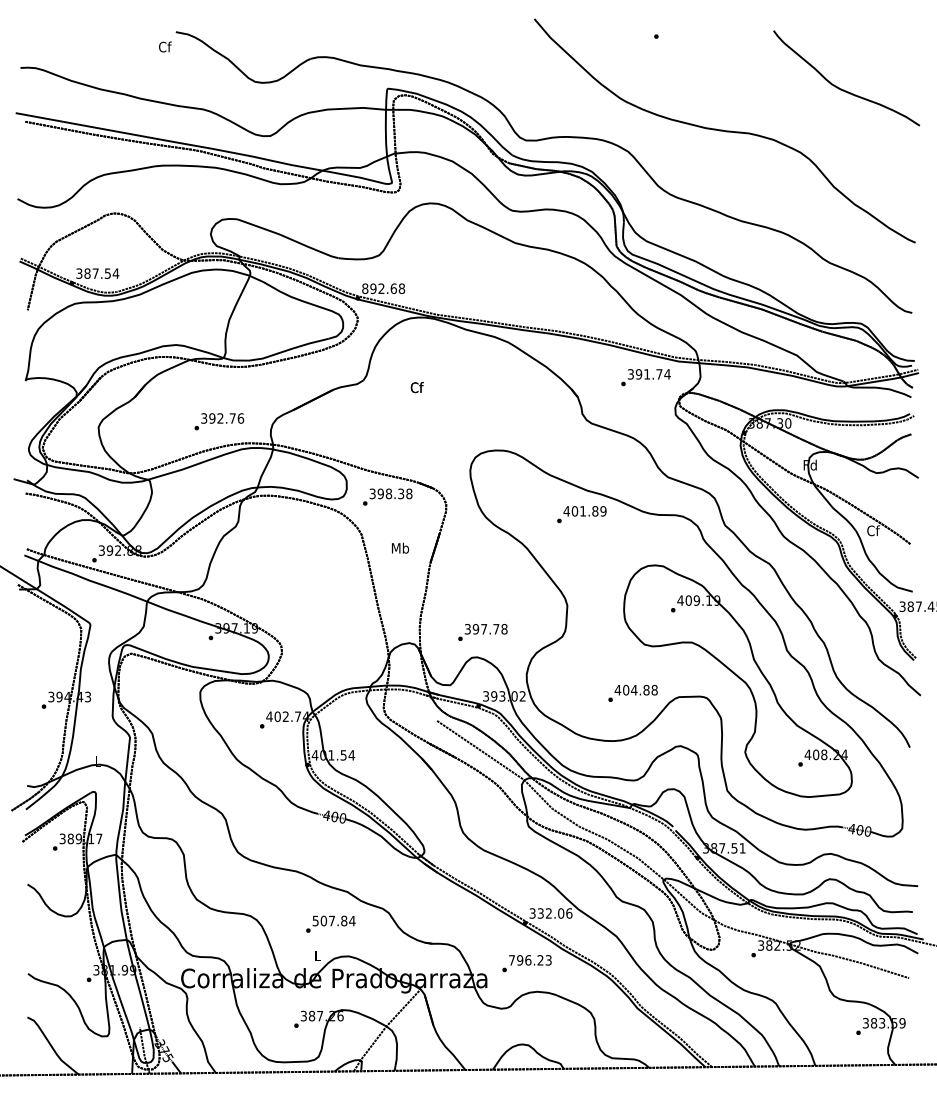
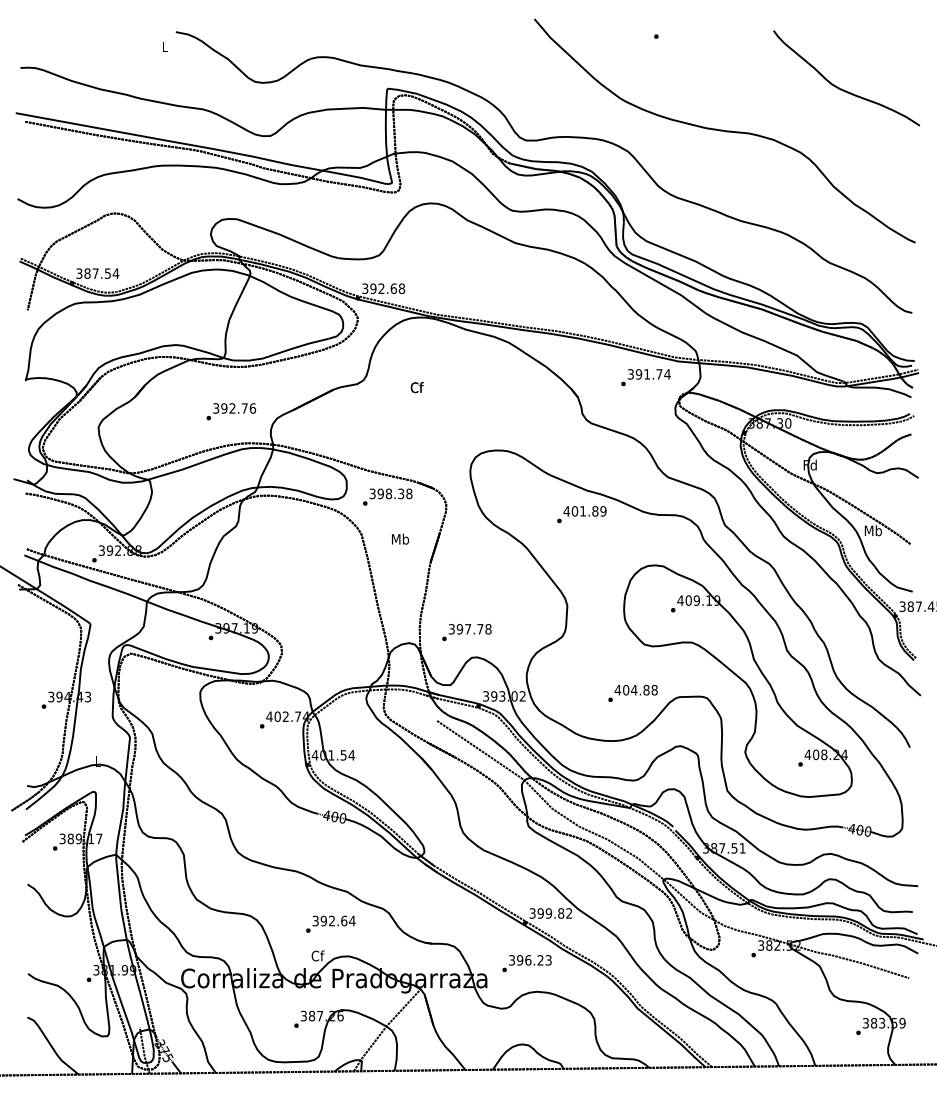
text at (165, 46): Cf -> L
text at (365, 288): 892.68 -> 392.68
text at (219, 421) position: (219, 421) -> (231, 411)
text at (872, 530): Cf -> Mb
text at (400, 547) position: (400, 547) -> (400, 538)
text at (482, 632) position: (482, 632) -> (466, 632)
text at (554, 913): 332.06 -> 399.82
text at (330, 920): 507.84 -> 392.64
text at (317, 955): L -> Cf
text at (511, 960): 796.23 -> 396.23
